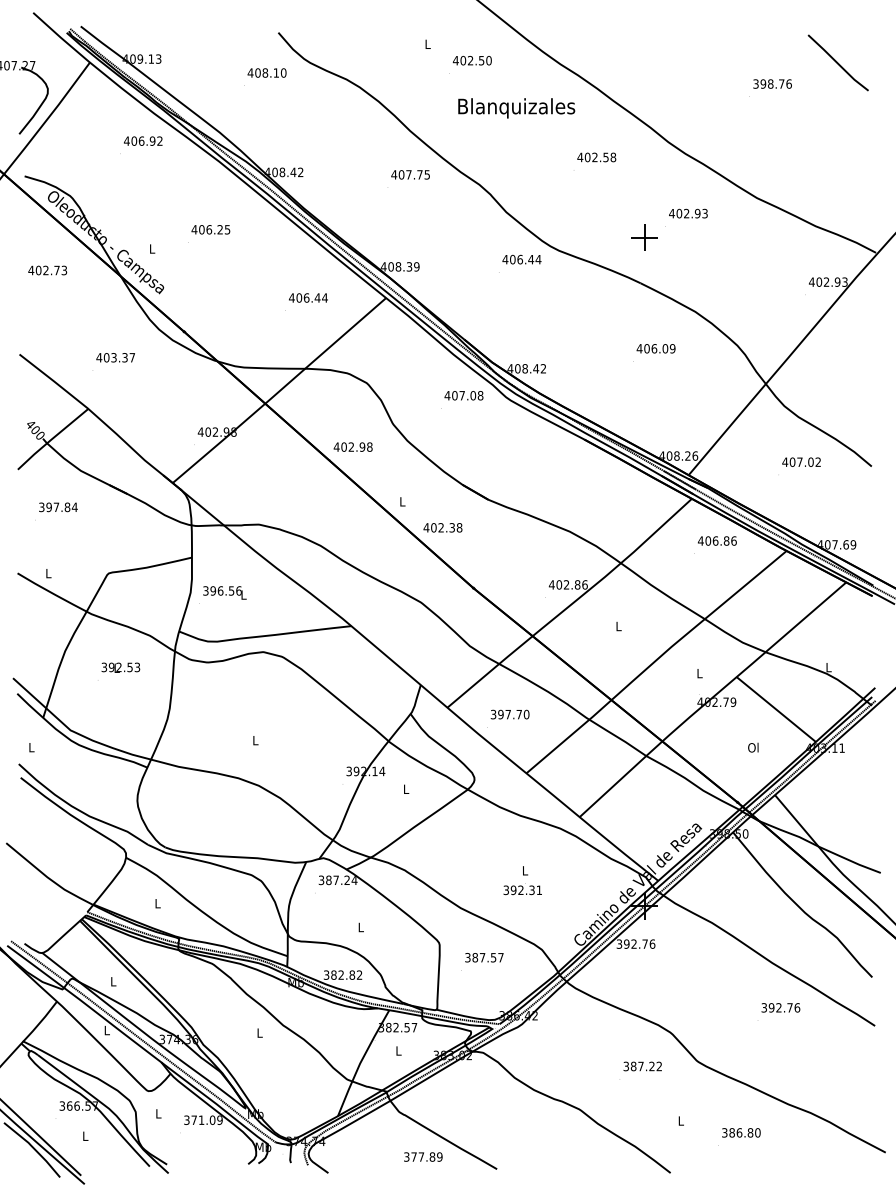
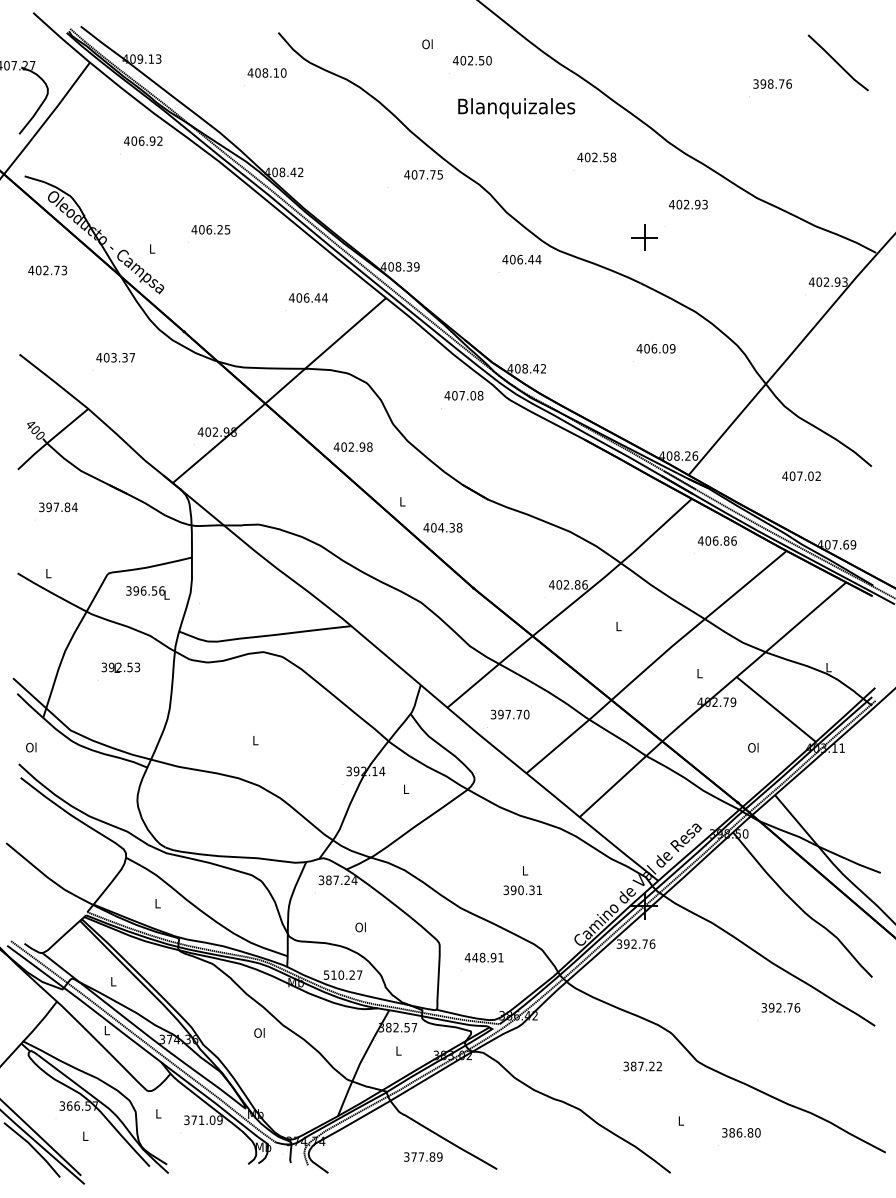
text at (427, 44): L -> Ol
text at (410, 174) position: (410, 174) -> (423, 174)
text at (688, 213) position: (688, 213) -> (688, 204)
text at (801, 461) position: (801, 461) -> (801, 475)
text at (441, 527): 402.38 -> 404.38
text at (224, 592) position: (224, 592) -> (147, 592)
text at (31, 747): L -> Ol
text at (520, 890): 392.31 -> 390.31
text at (360, 927): L -> Ol
text at (483, 957): 387.57 -> 448.91
text at (343, 974): 382.82 -> 510.27
text at (259, 1032): L -> Ol
